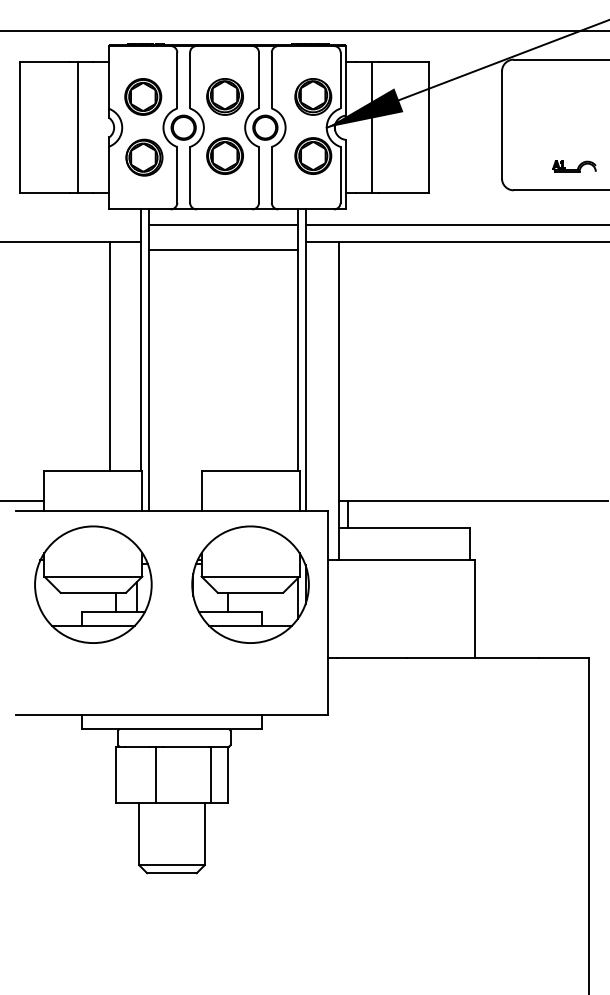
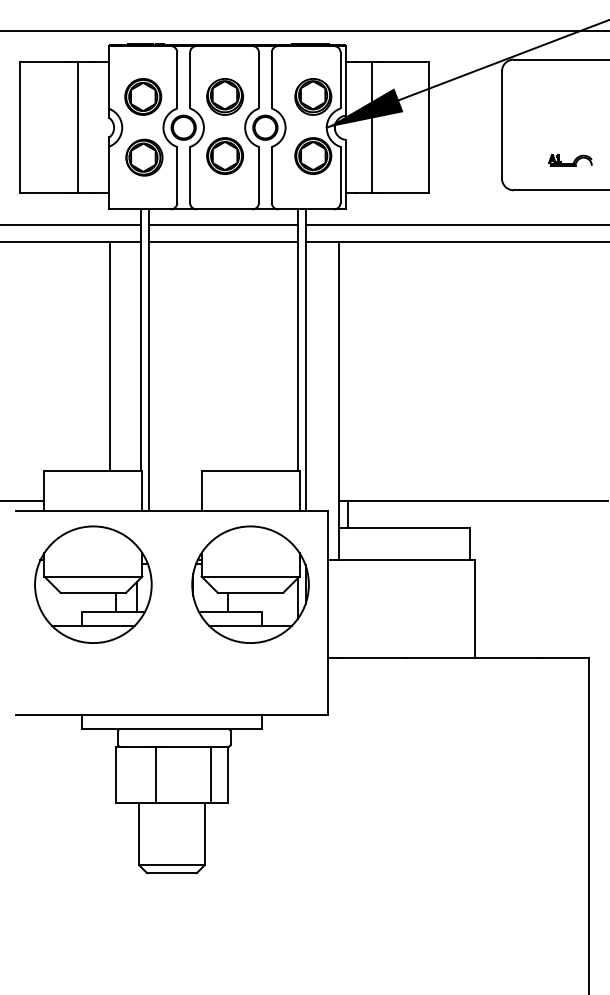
part at (574, 166) position: (574, 166) -> (570, 160)
line at (71, 224): none -> present
line at (223, 250) position: (223, 250) -> (223, 242)
